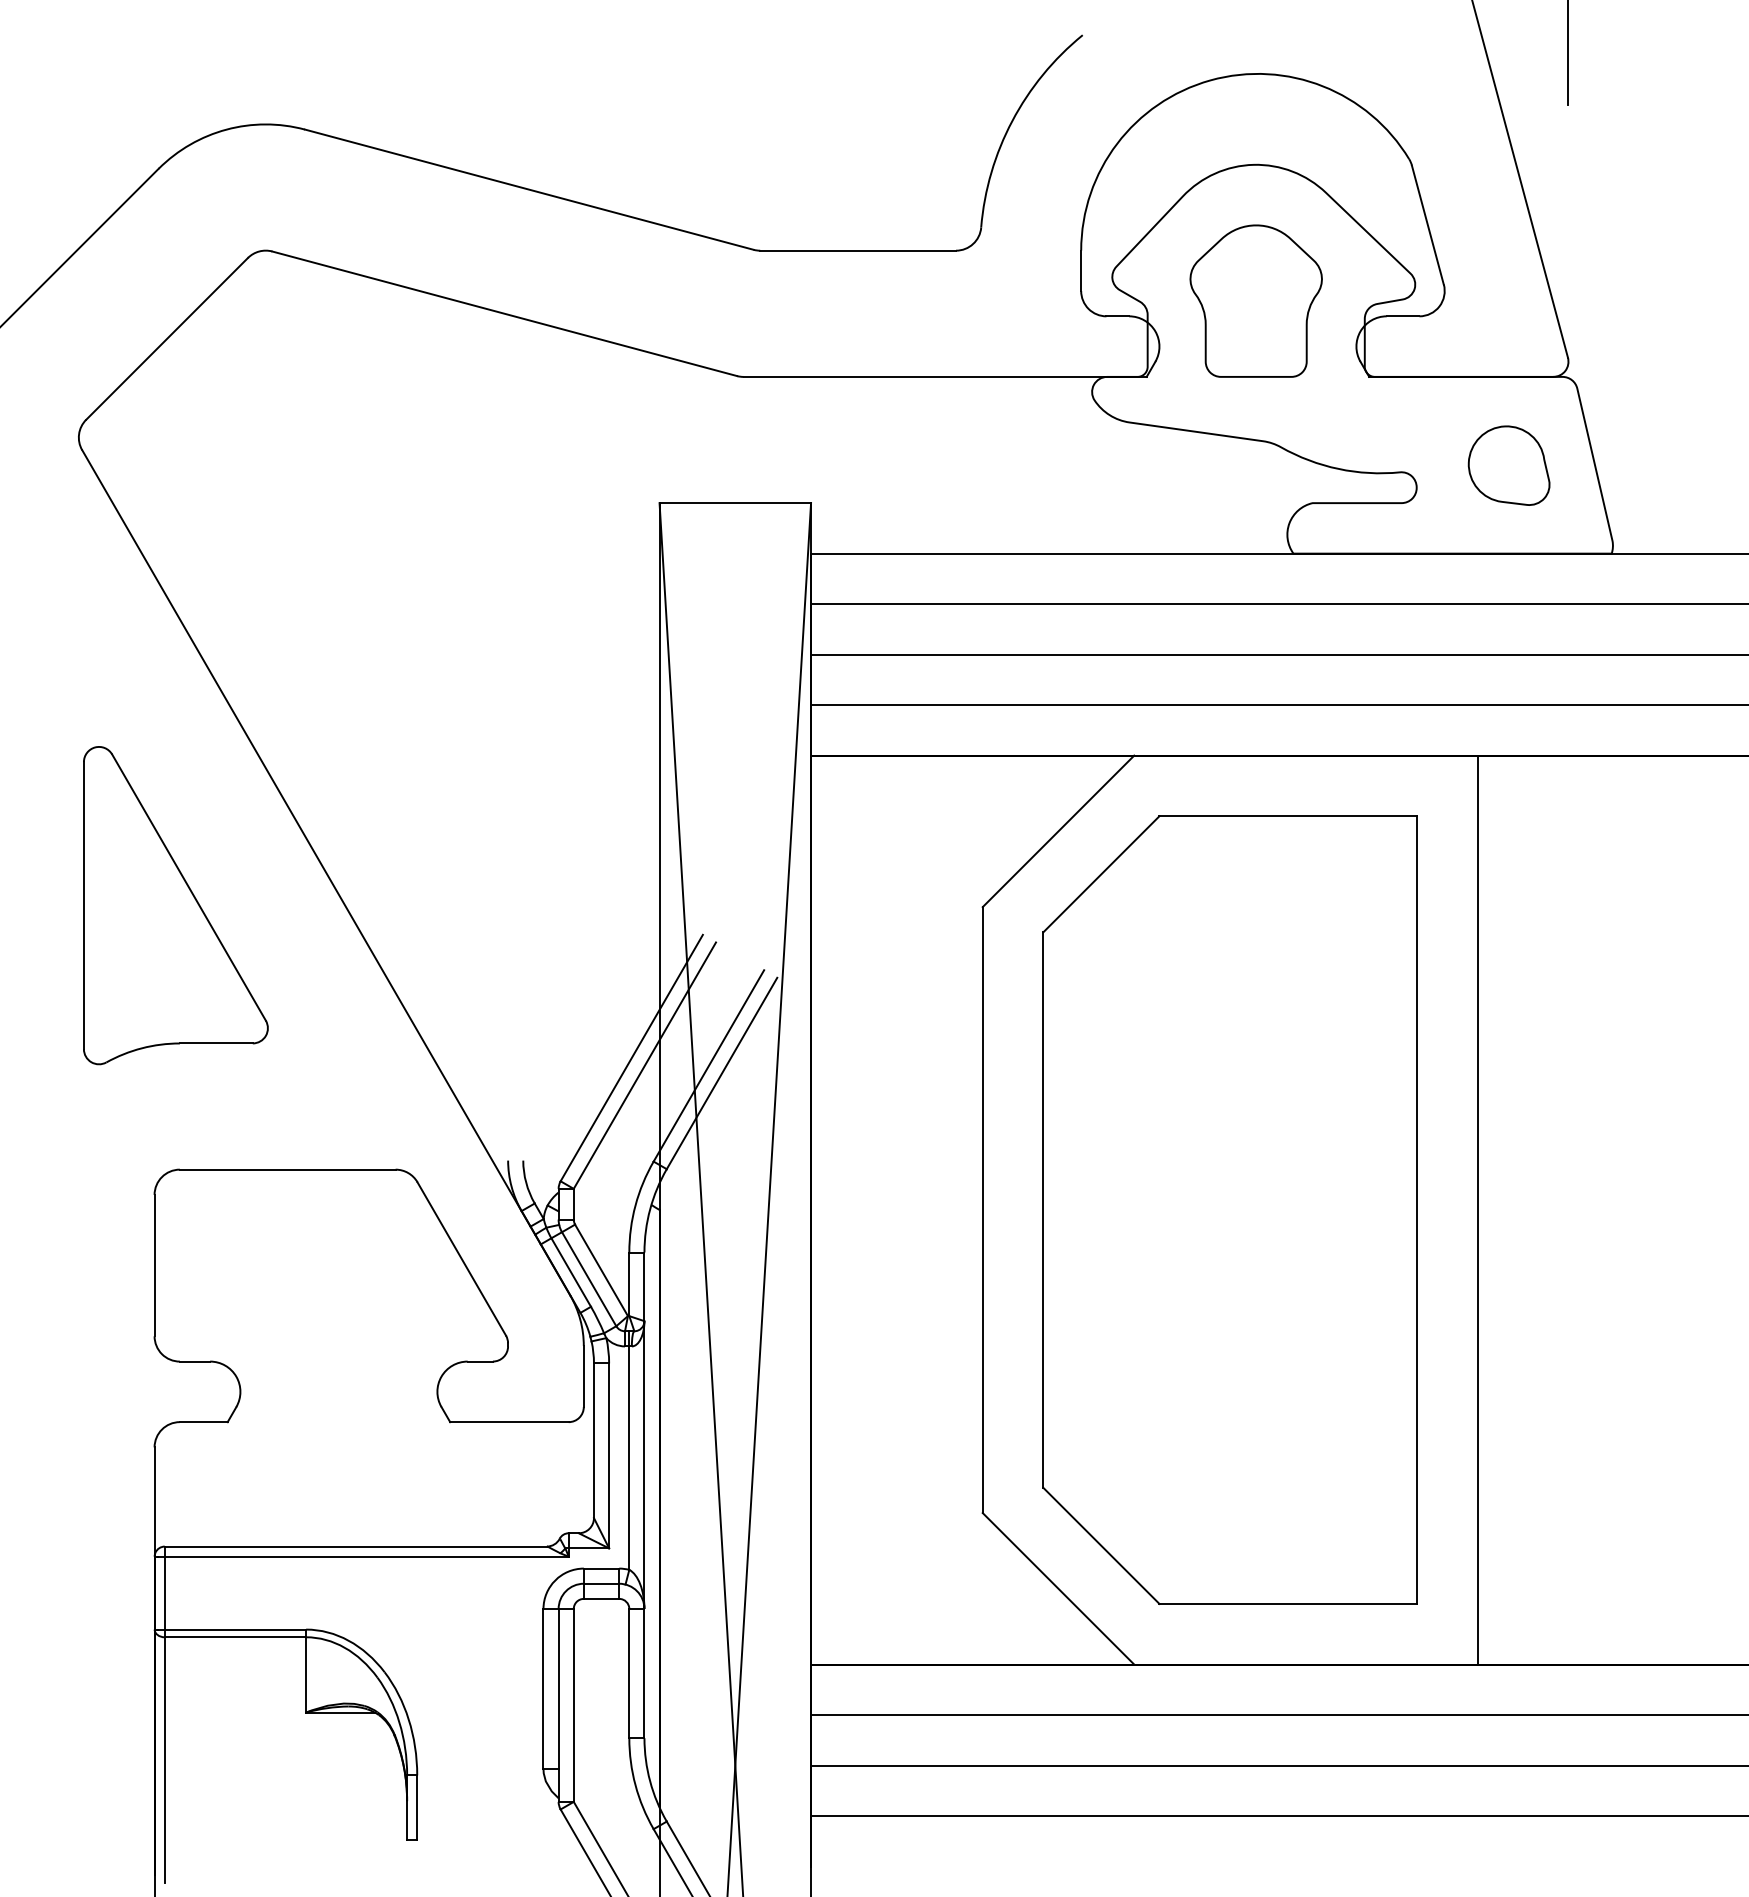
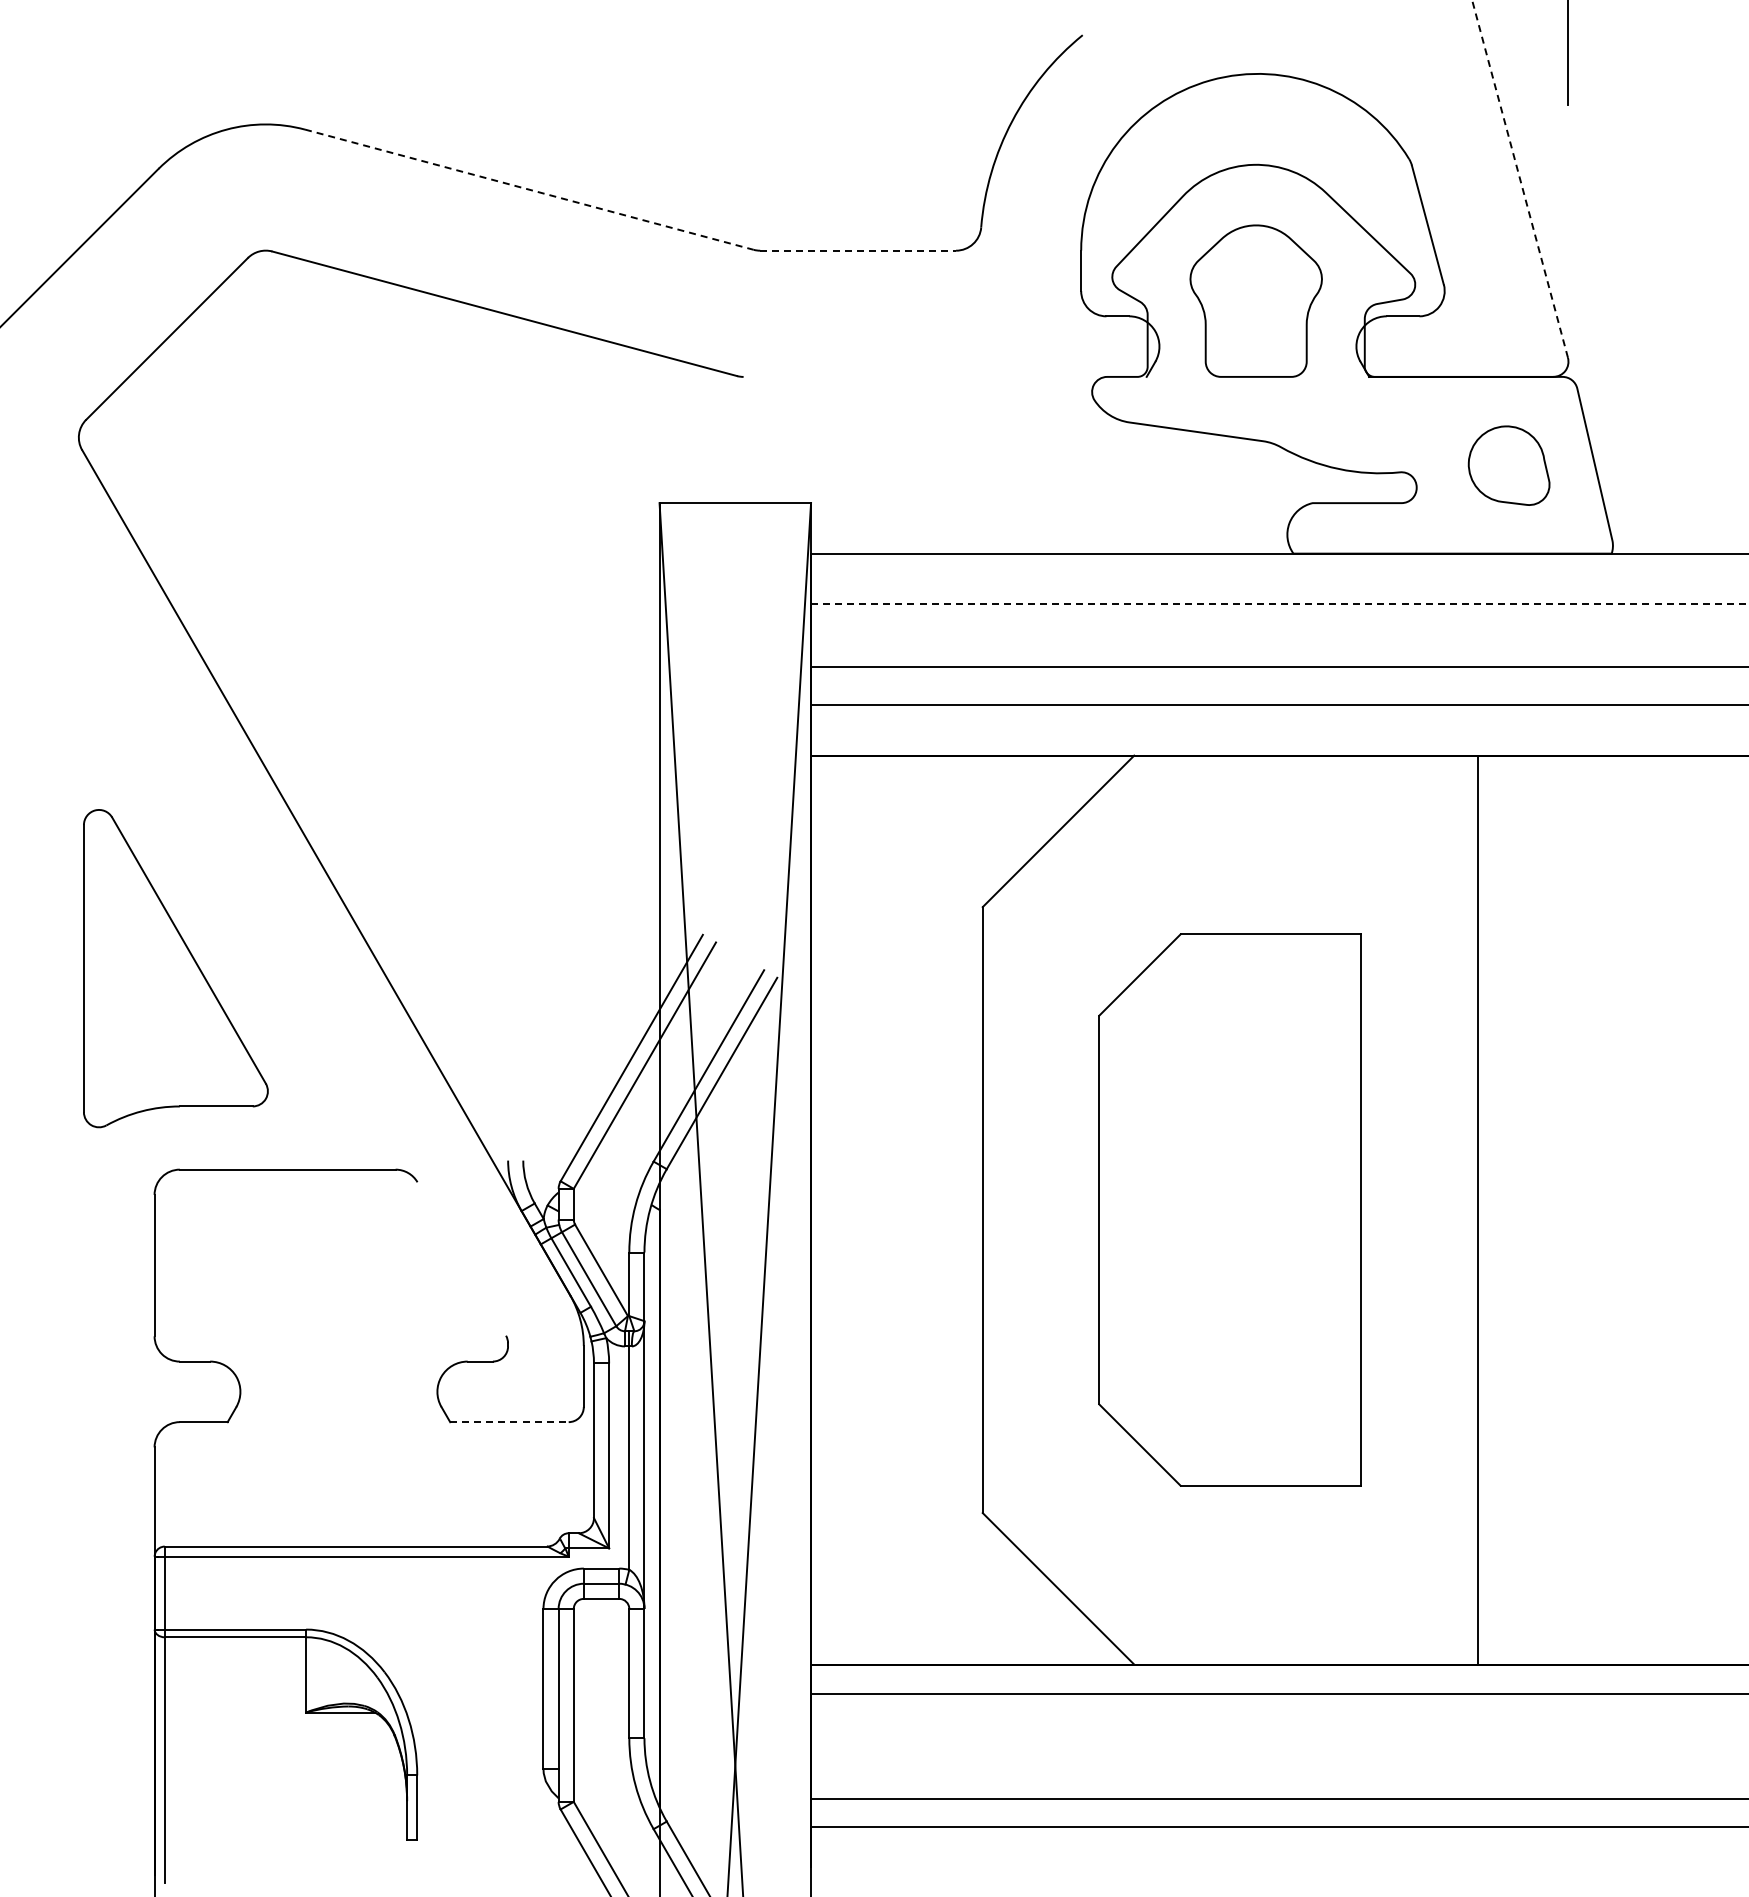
line at (1520, 179): solid -> dashed
line at (529, 189): solid -> dashed
line at (858, 250): solid -> dashed
line at (944, 376): present -> none
line at (1280, 604): solid -> dashed
line at (1278, 654) position: (1278, 654) -> (1278, 666)
part at (175, 905) position: (175, 905) -> (175, 968)
part at (1229, 1209) size: 376x790 px -> 264x554 px
line at (461, 1258): present -> none
line at (509, 1422): solid -> dashed
line at (1278, 1715) position: (1278, 1715) -> (1278, 1694)
line at (1278, 1765) position: (1278, 1765) -> (1278, 1798)
line at (1278, 1816) position: (1278, 1816) -> (1278, 1827)
